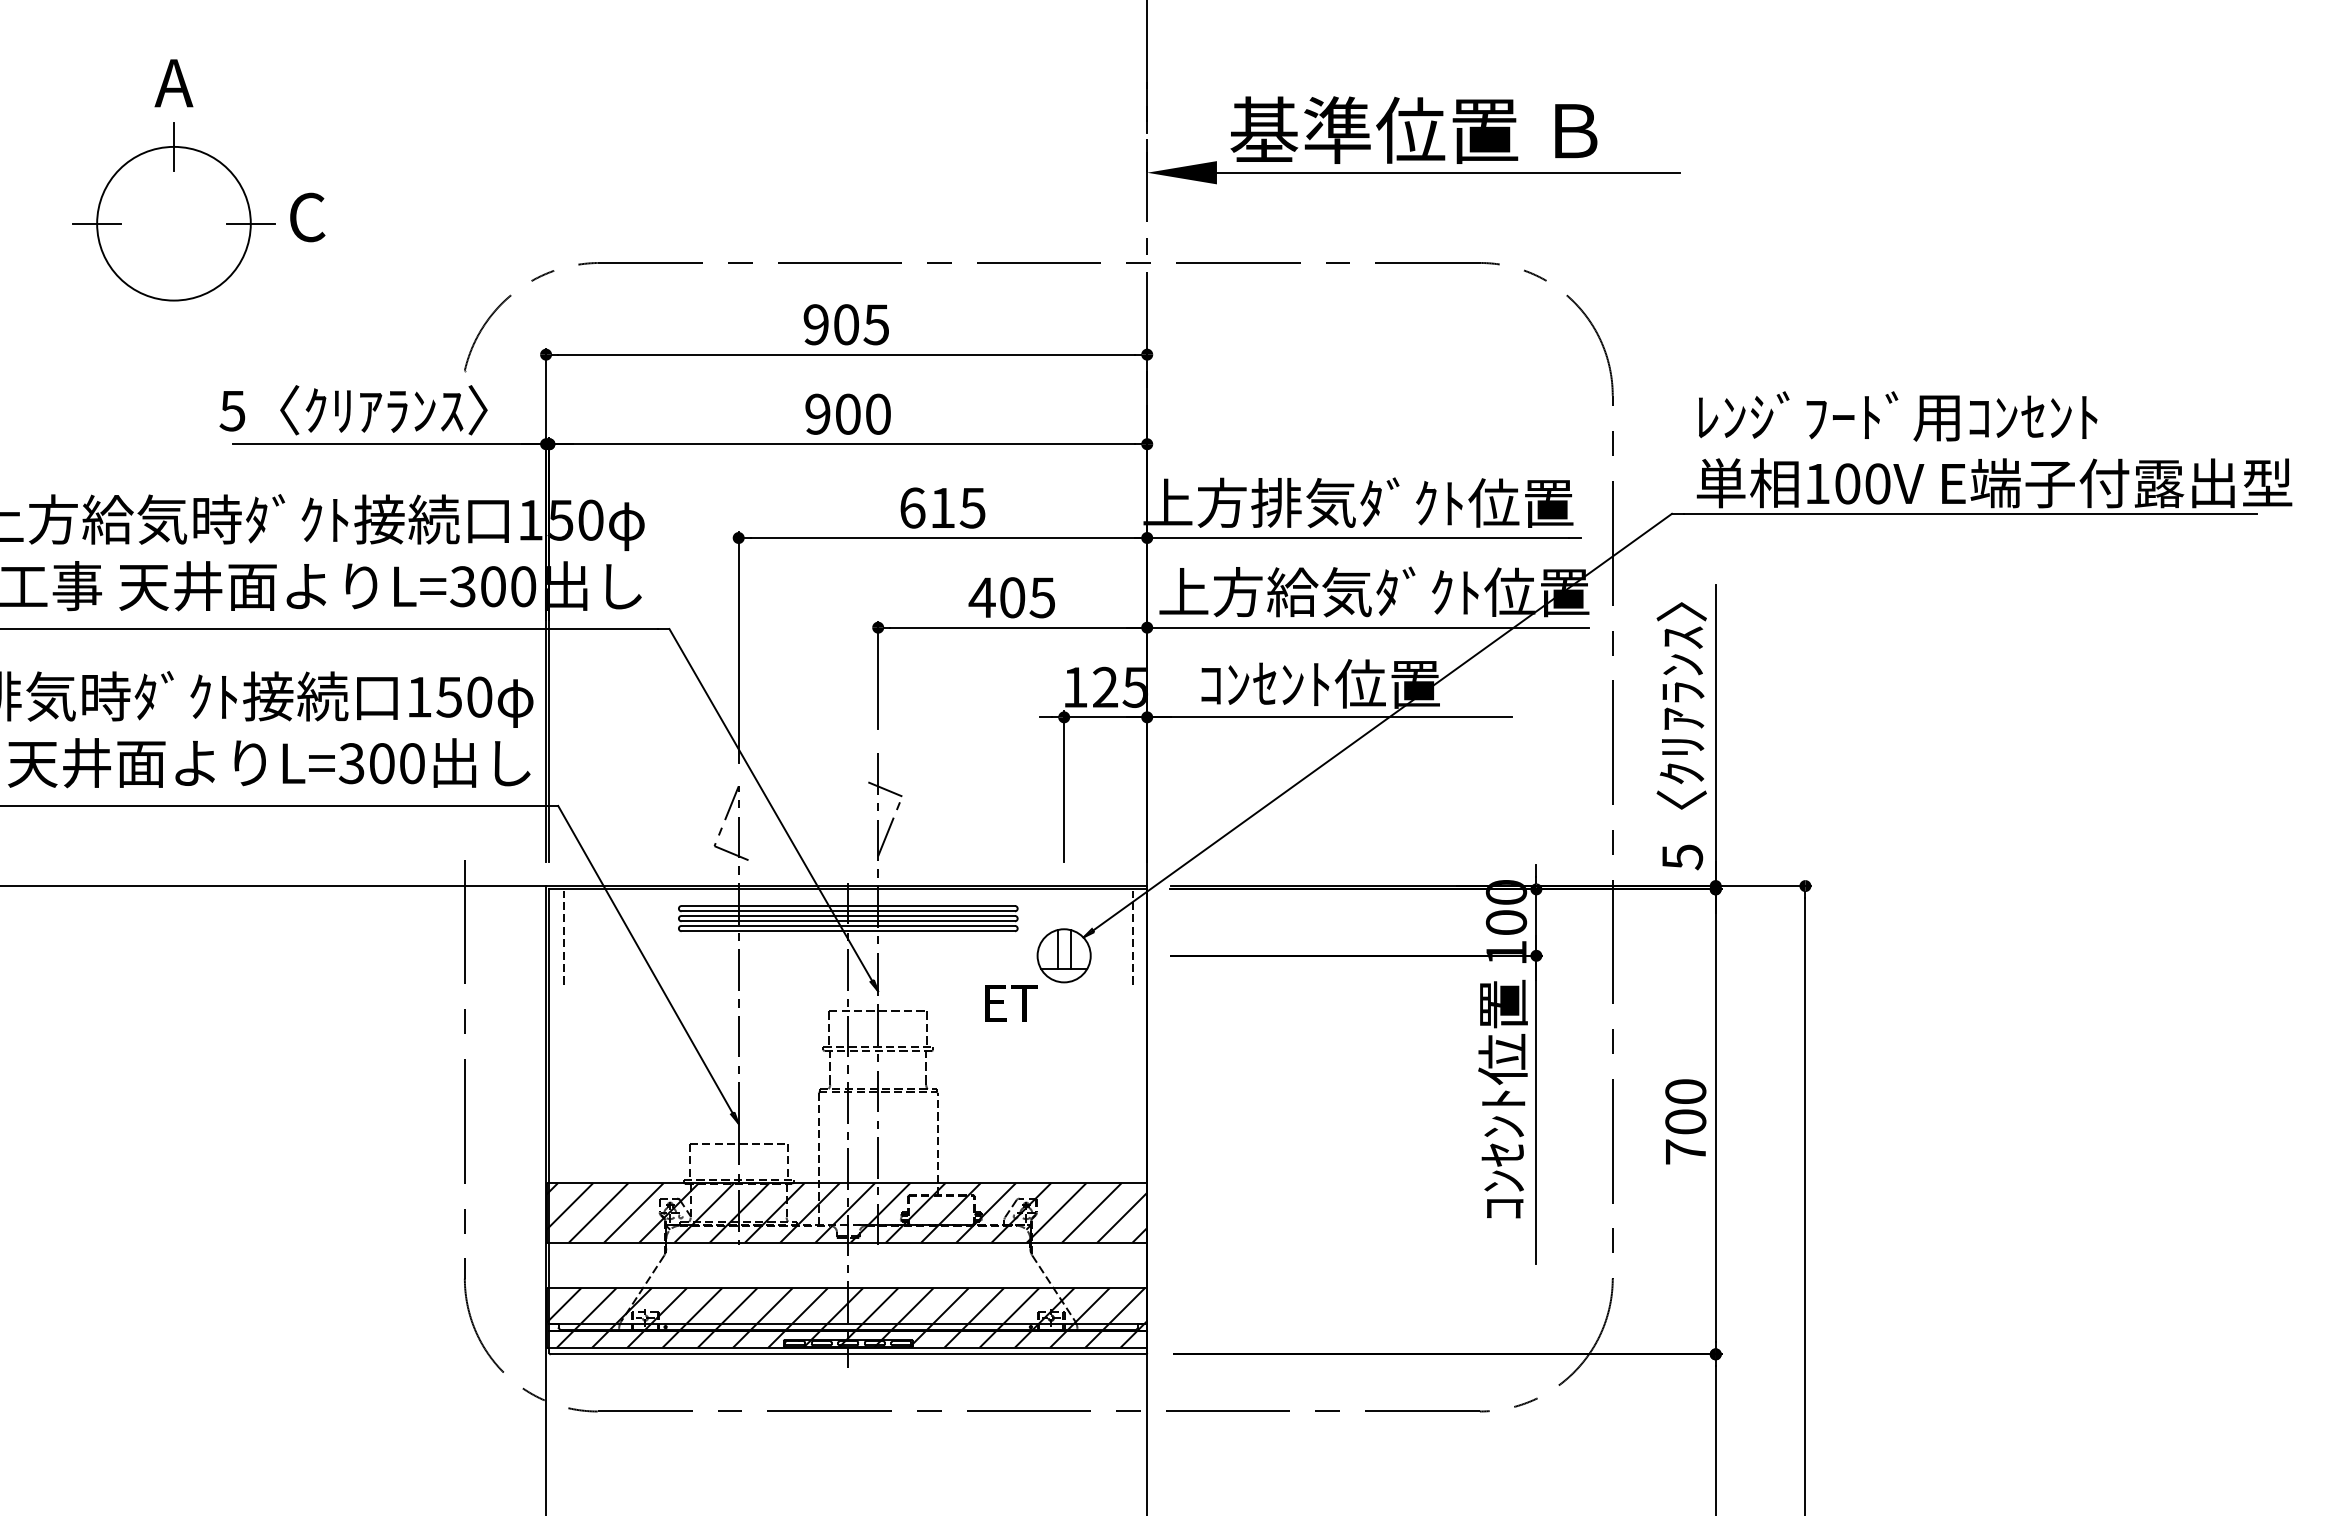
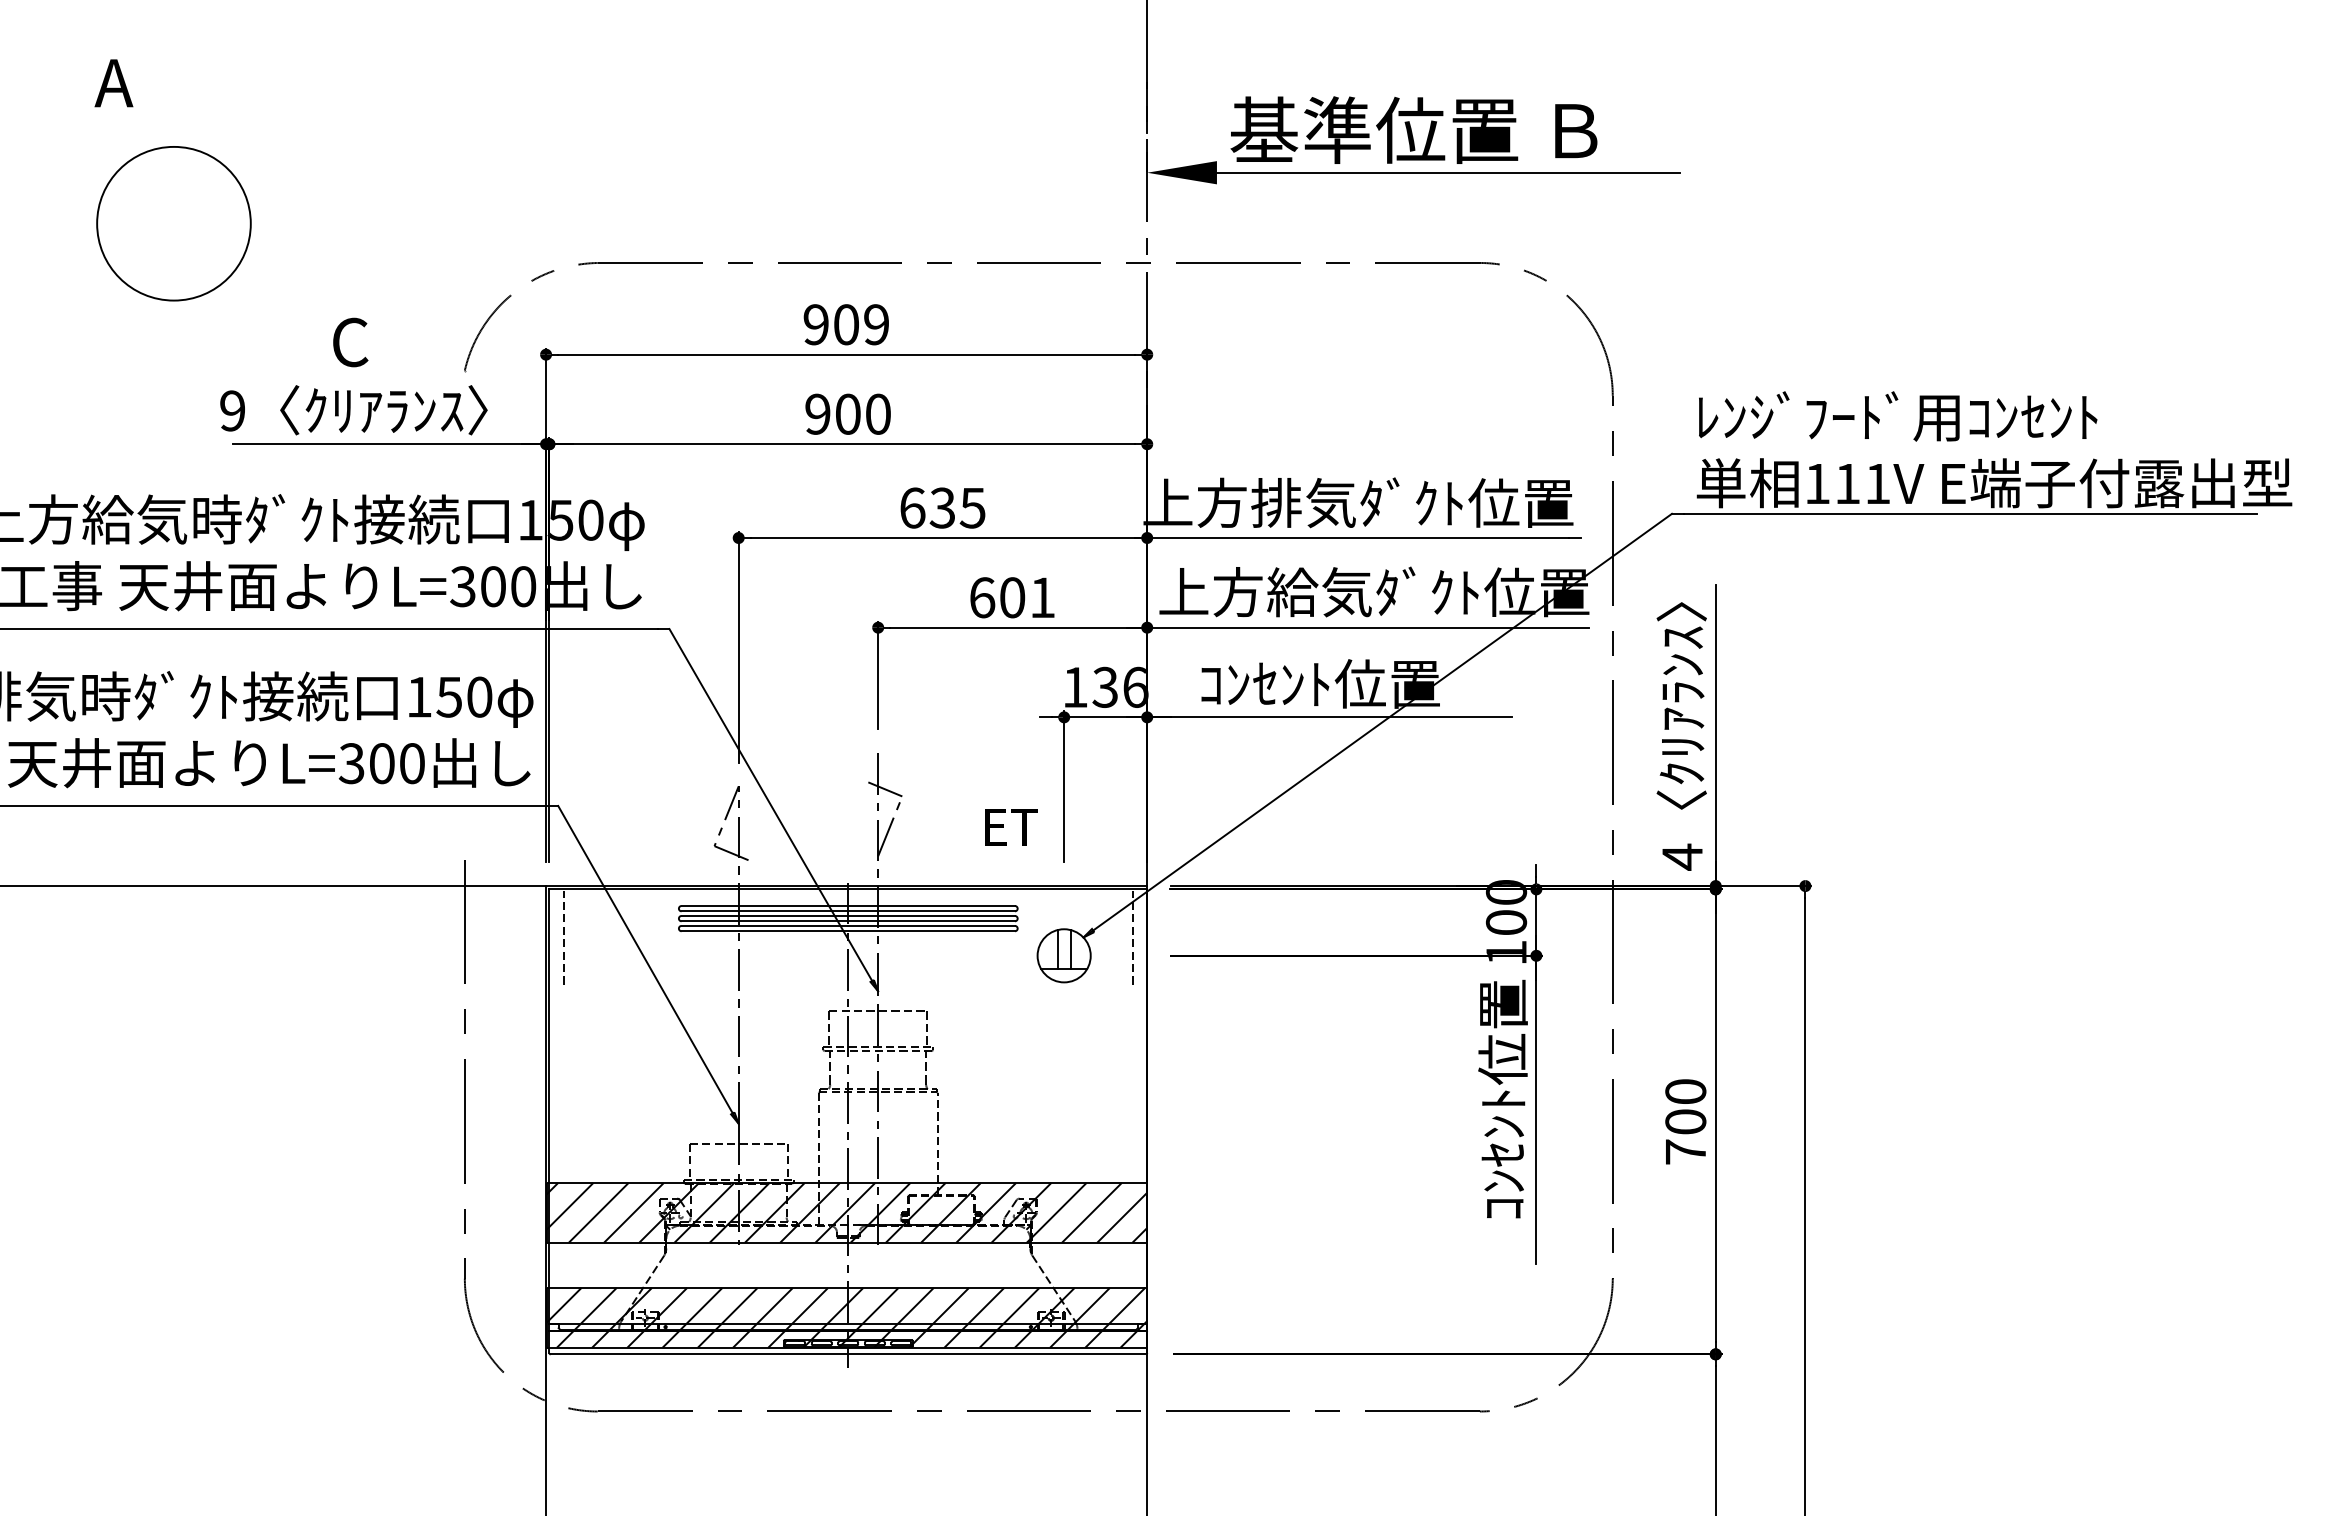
text at (173, 83) position: (173, 83) -> (113, 83)
line at (173, 146): present -> none
text at (307, 217) position: (307, 217) -> (350, 342)
line at (97, 223): present -> none
line at (250, 223): present -> none
text at (875, 324): 905 -> 909
text at (232, 410): 5 -> 9
text at (1862, 483): 100V -> 111V
text at (941, 507): 615 -> 635
text at (1011, 597): 405 -> 601
text at (1120, 686): 125 -> 136
text at (1682, 856): 5 -> 4
text at (1011, 1003) position: (1011, 1003) -> (1011, 827)
